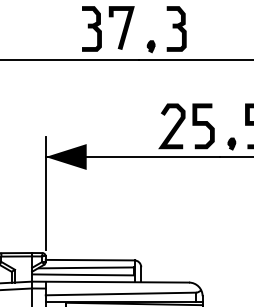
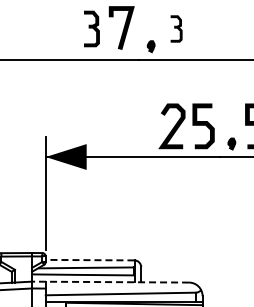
part at (91, 28) size: 20x46 px -> 16x38 px
part at (176, 28) size: 21x46 px -> 13x28 px
line at (89, 260): solid -> dashed
line at (110, 282): solid -> dashed
